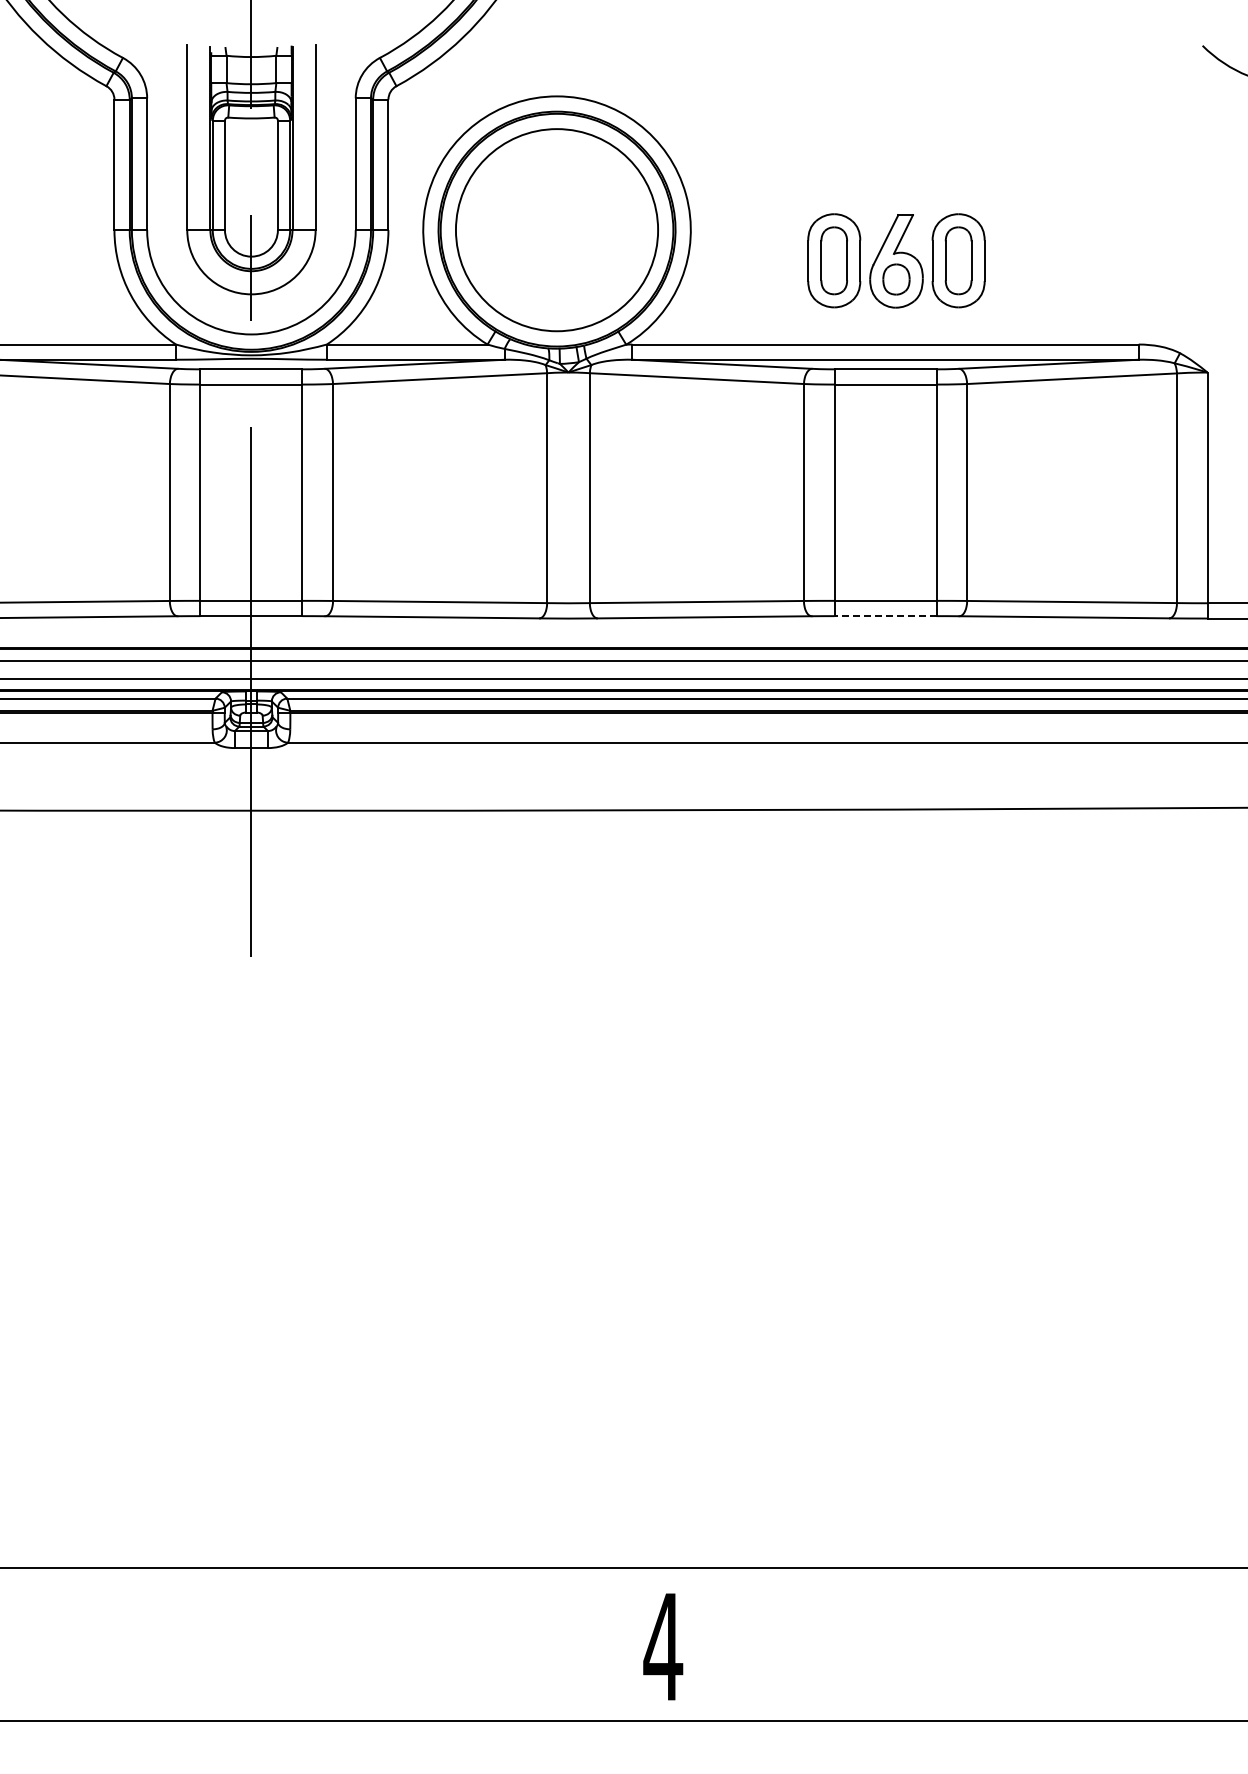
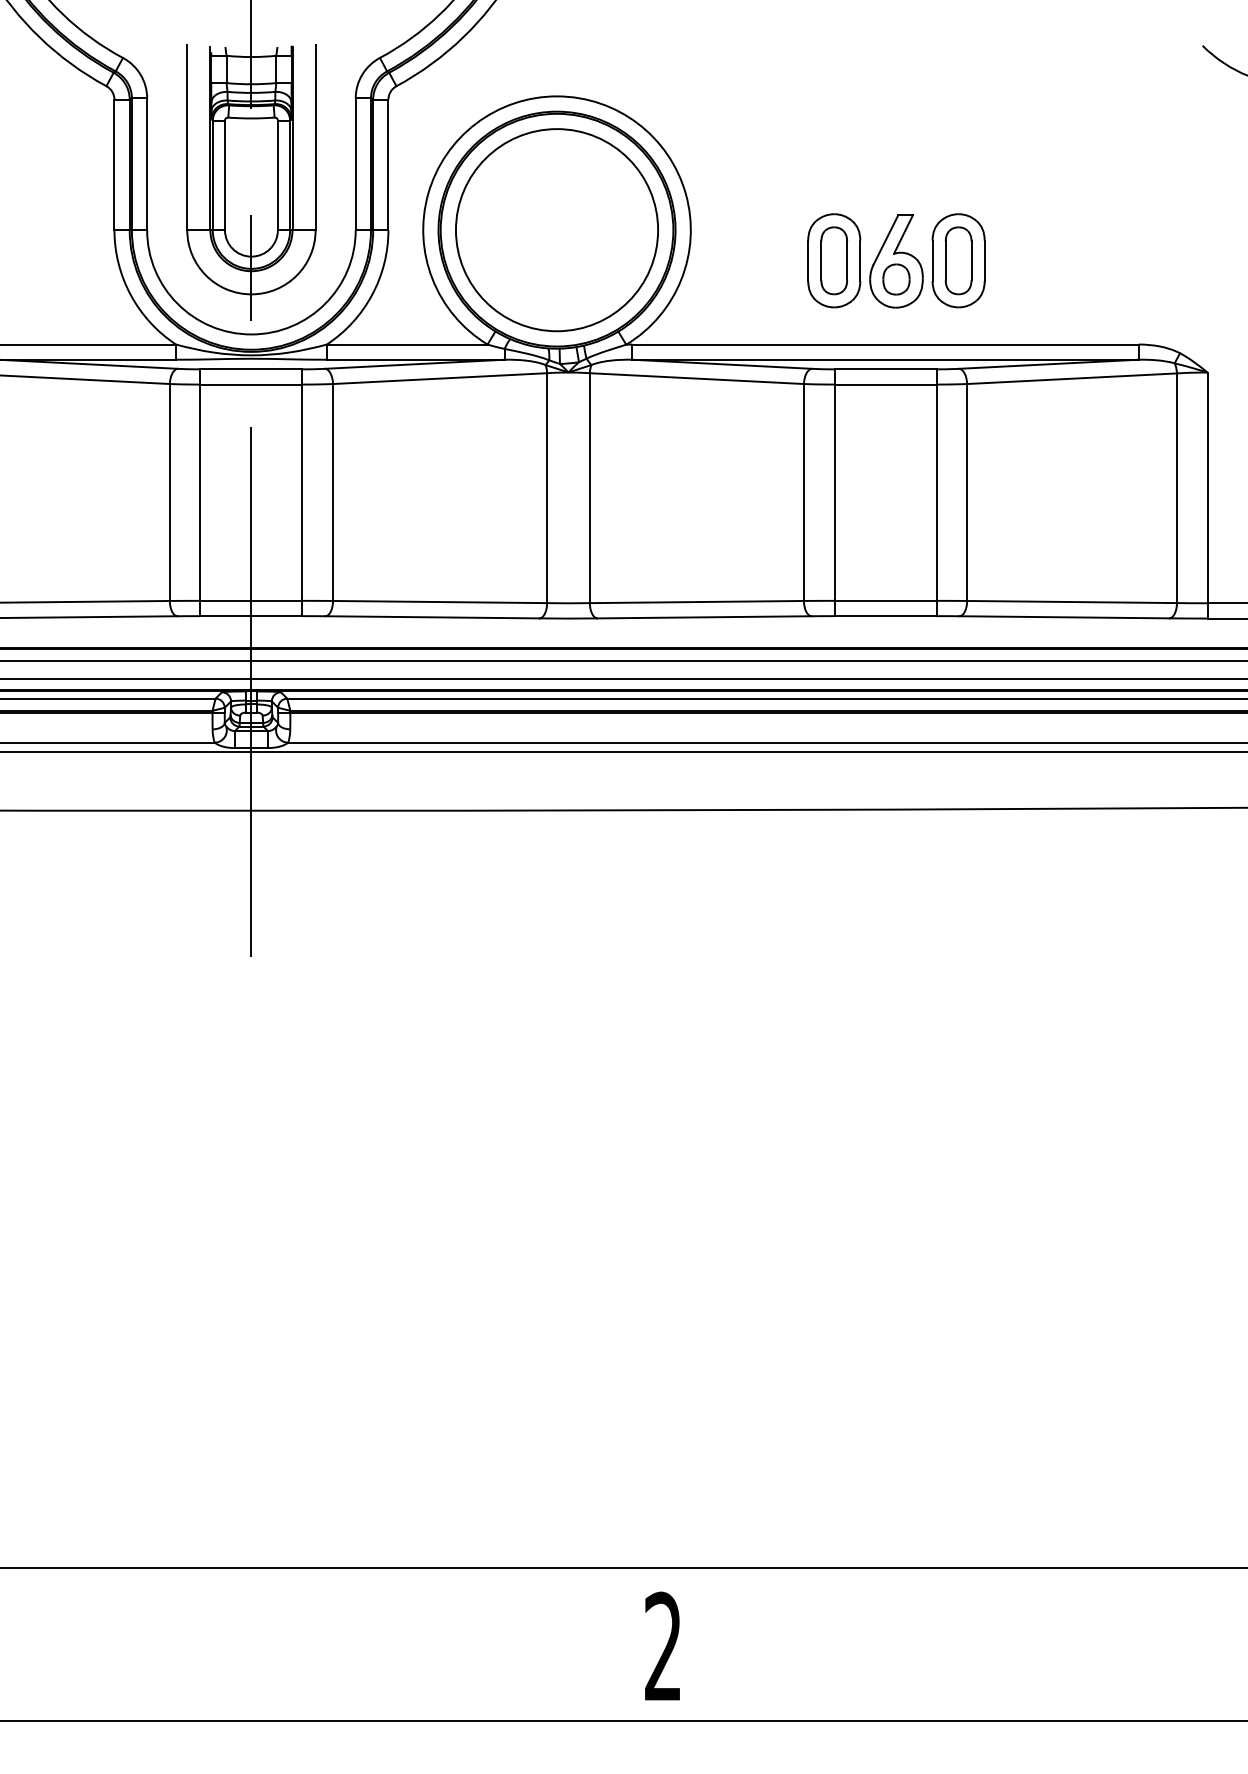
line at (885, 616): dashed -> solid
line at (623, 751): none -> present
text at (663, 1645): 4 -> 2
